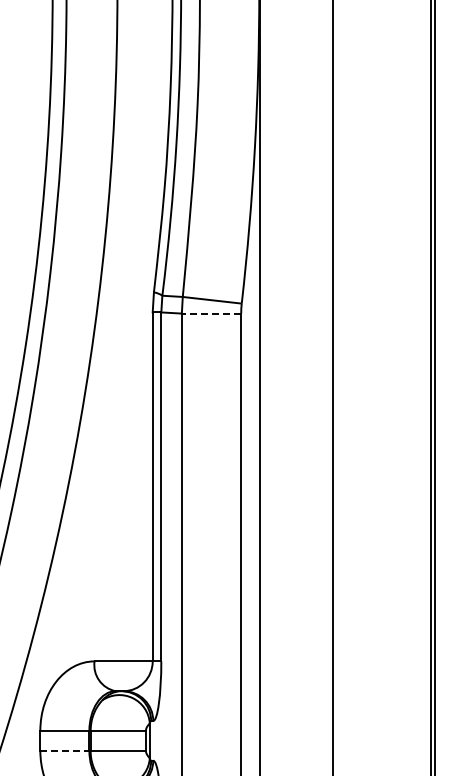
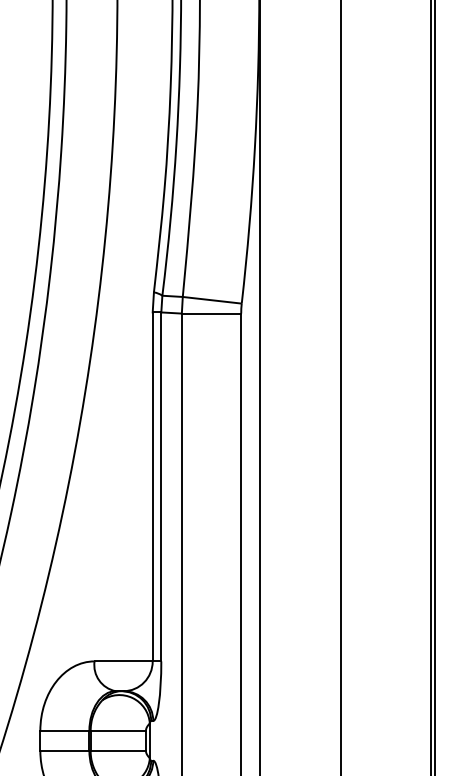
line at (211, 313): dashed -> solid
line at (333, 387) position: (333, 387) -> (341, 387)
line at (64, 750): dashed -> solid
